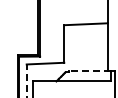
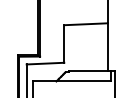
line at (90, 70): dashed -> solid
line at (26, 80): dashed -> solid
